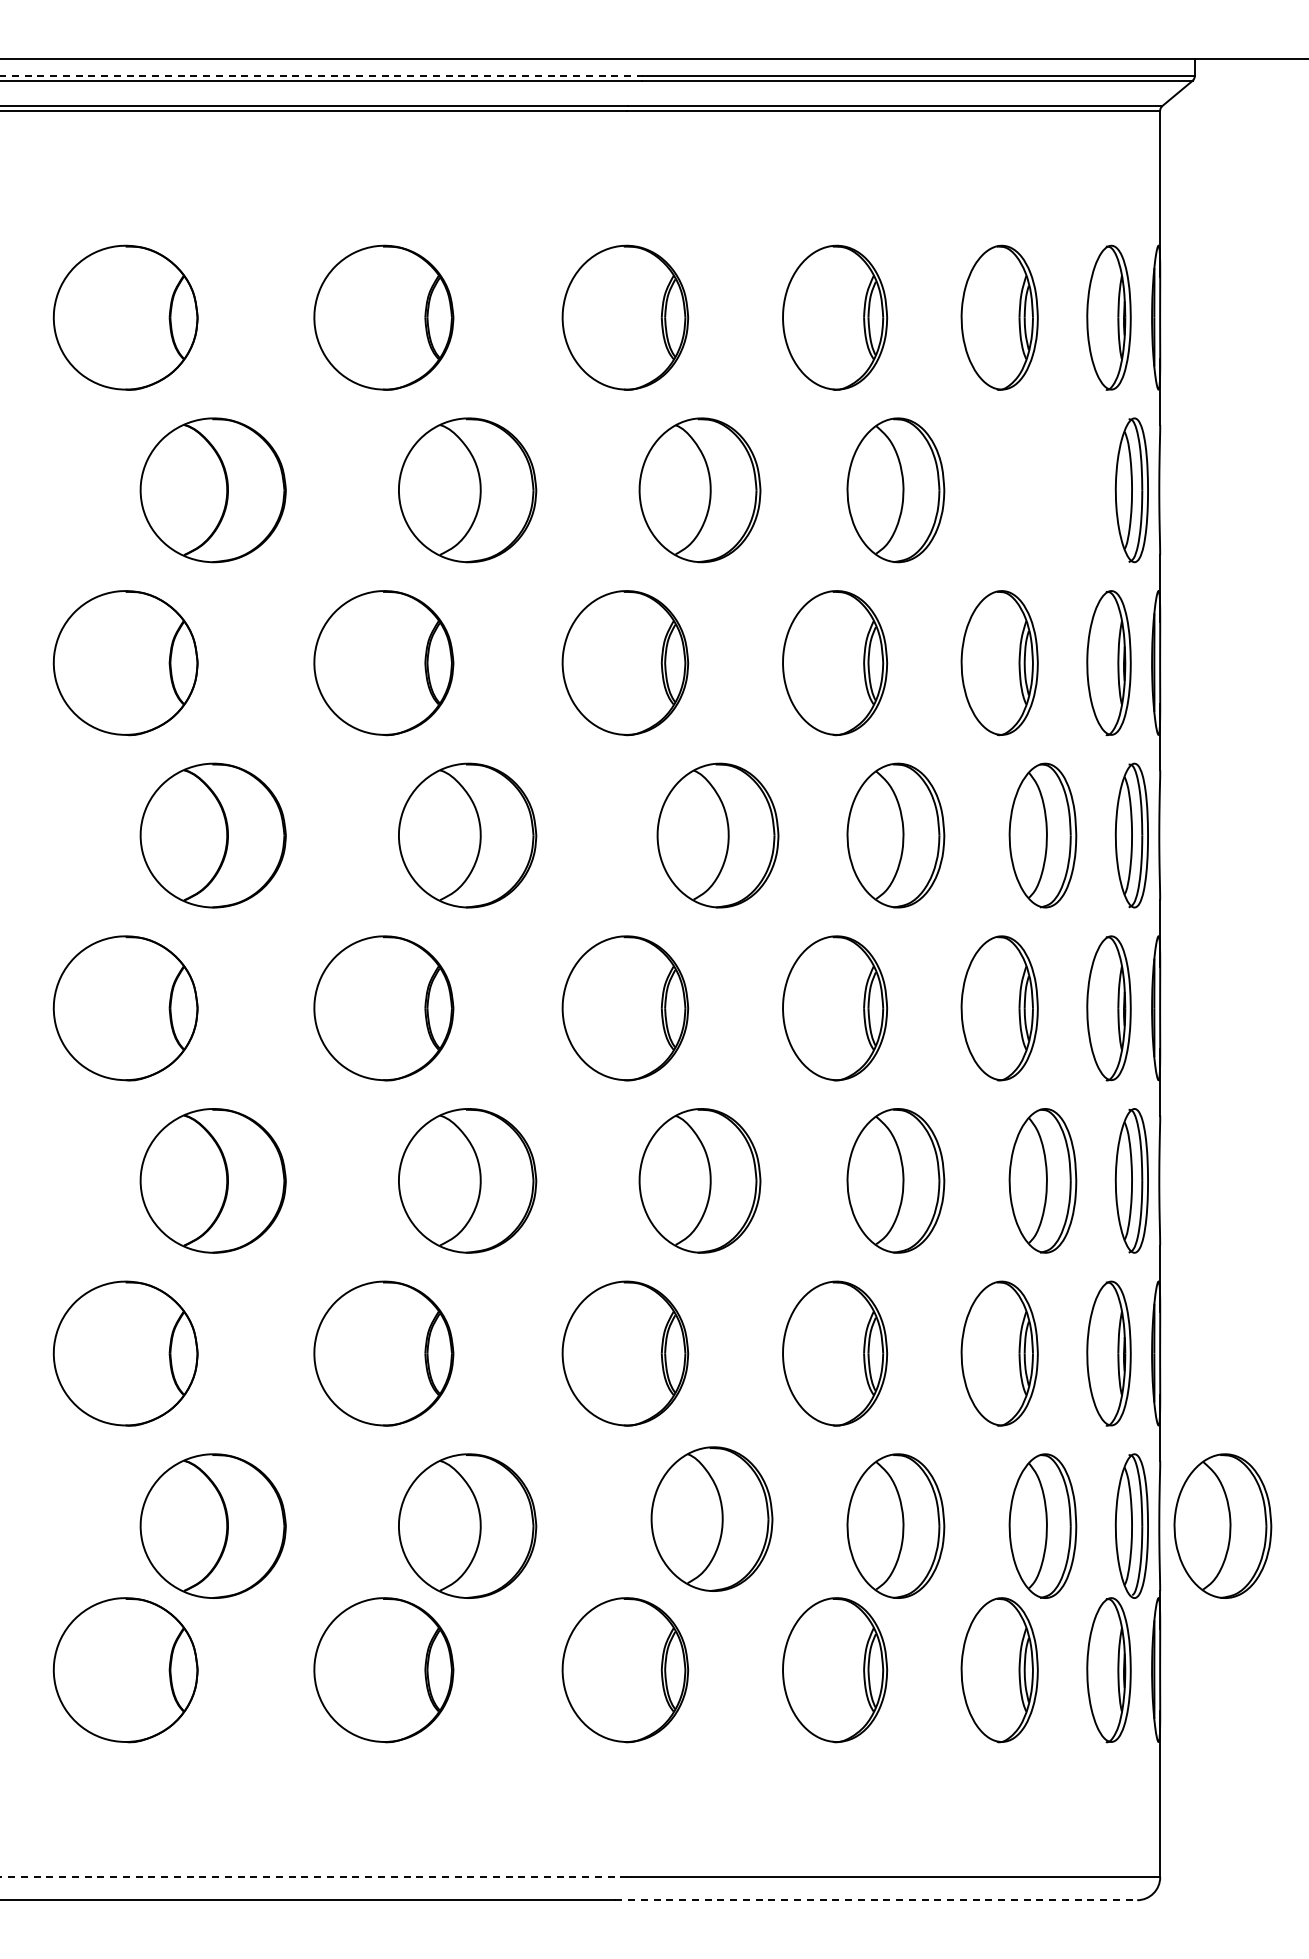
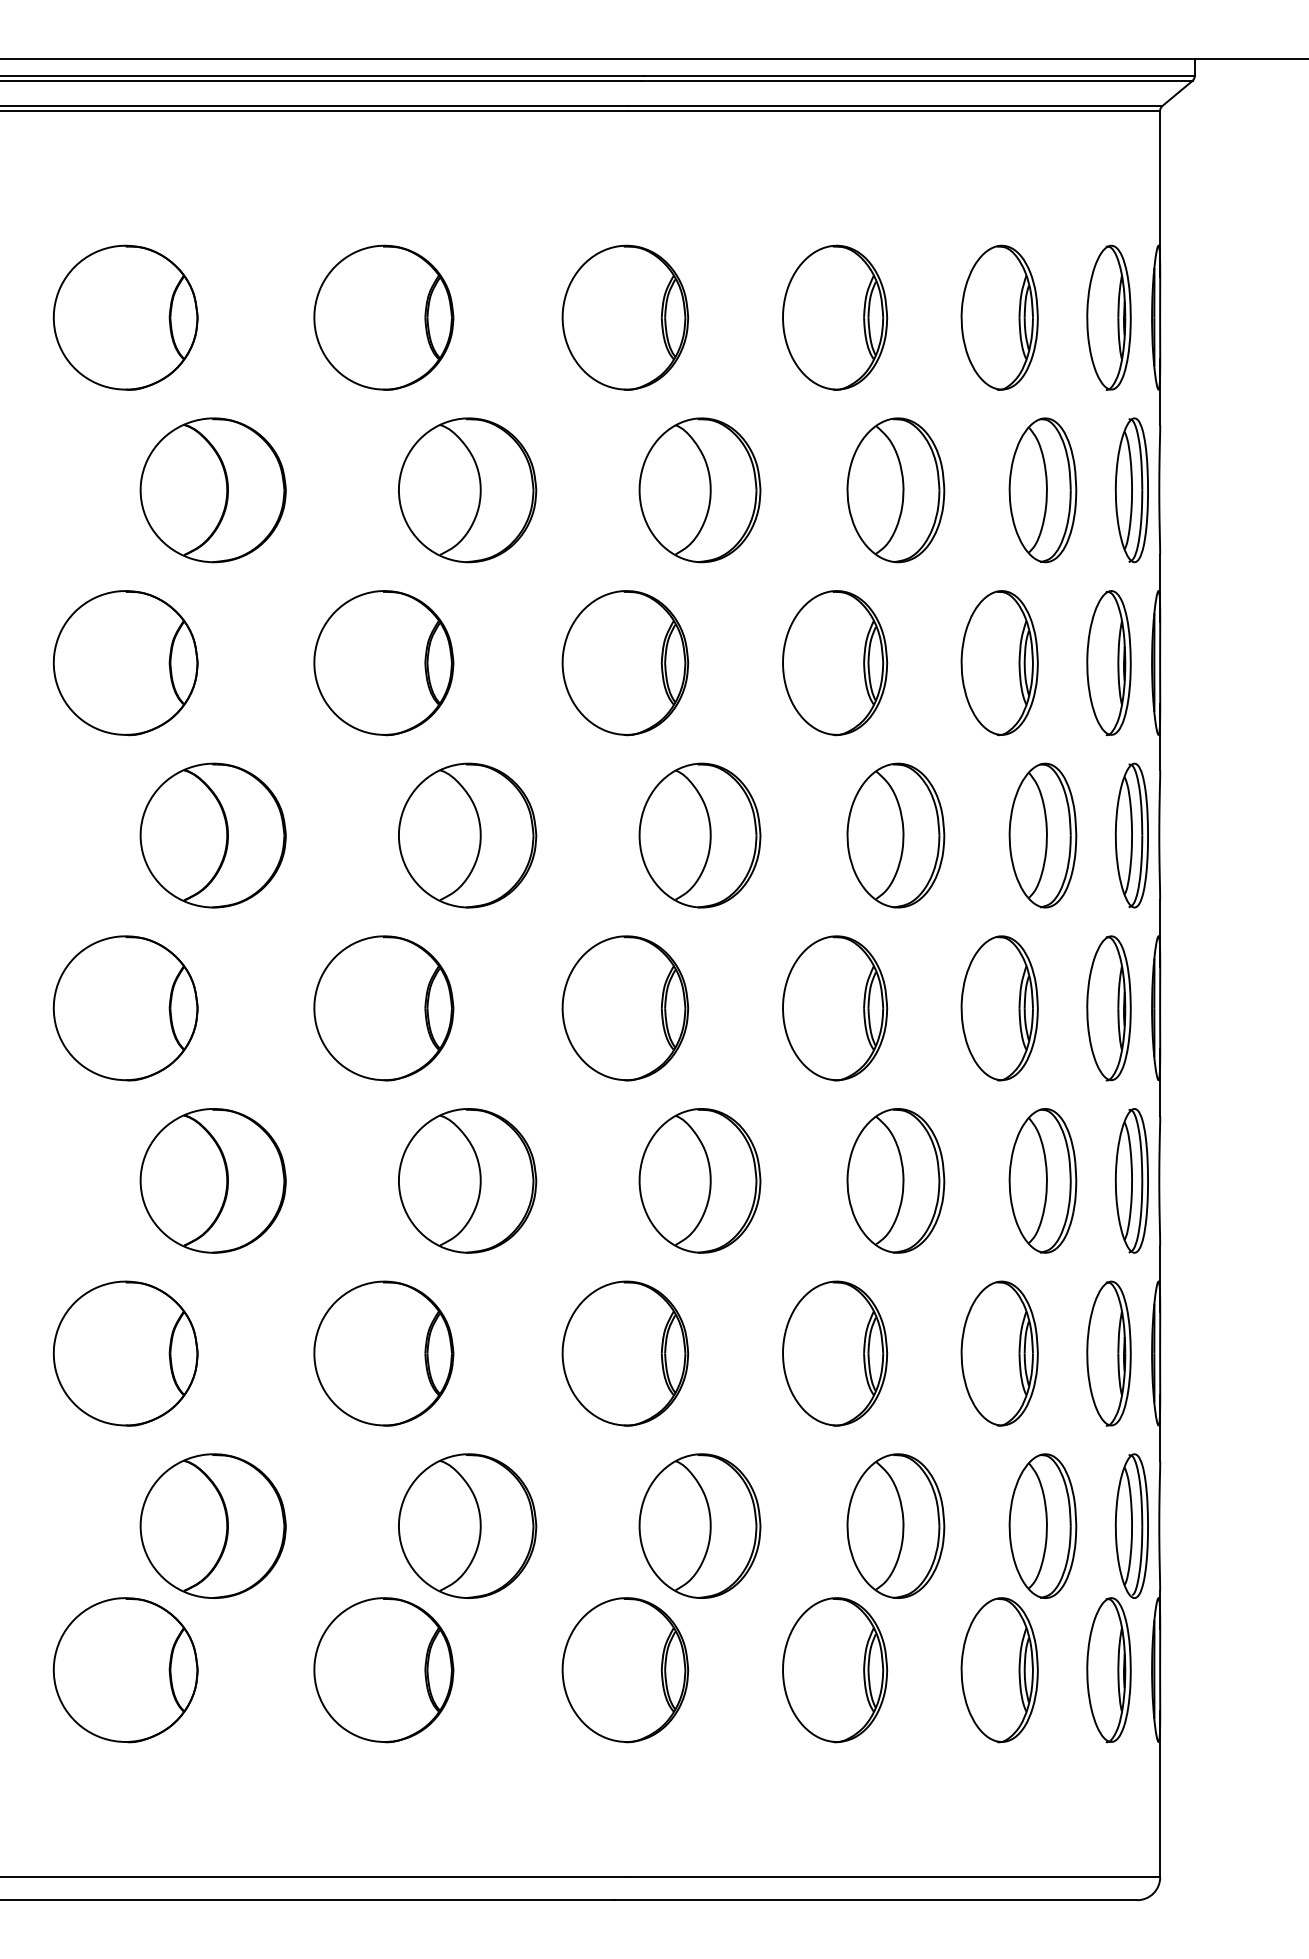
line at (322, 76): dashed -> solid
part at (1042, 490): none -> present
part at (717, 835) position: (717, 835) -> (699, 835)
part at (711, 1518) position: (711, 1518) -> (699, 1525)
part at (1222, 1525): present -> none
line at (313, 1877): dashed -> solid
line at (876, 1900): dashed -> solid
